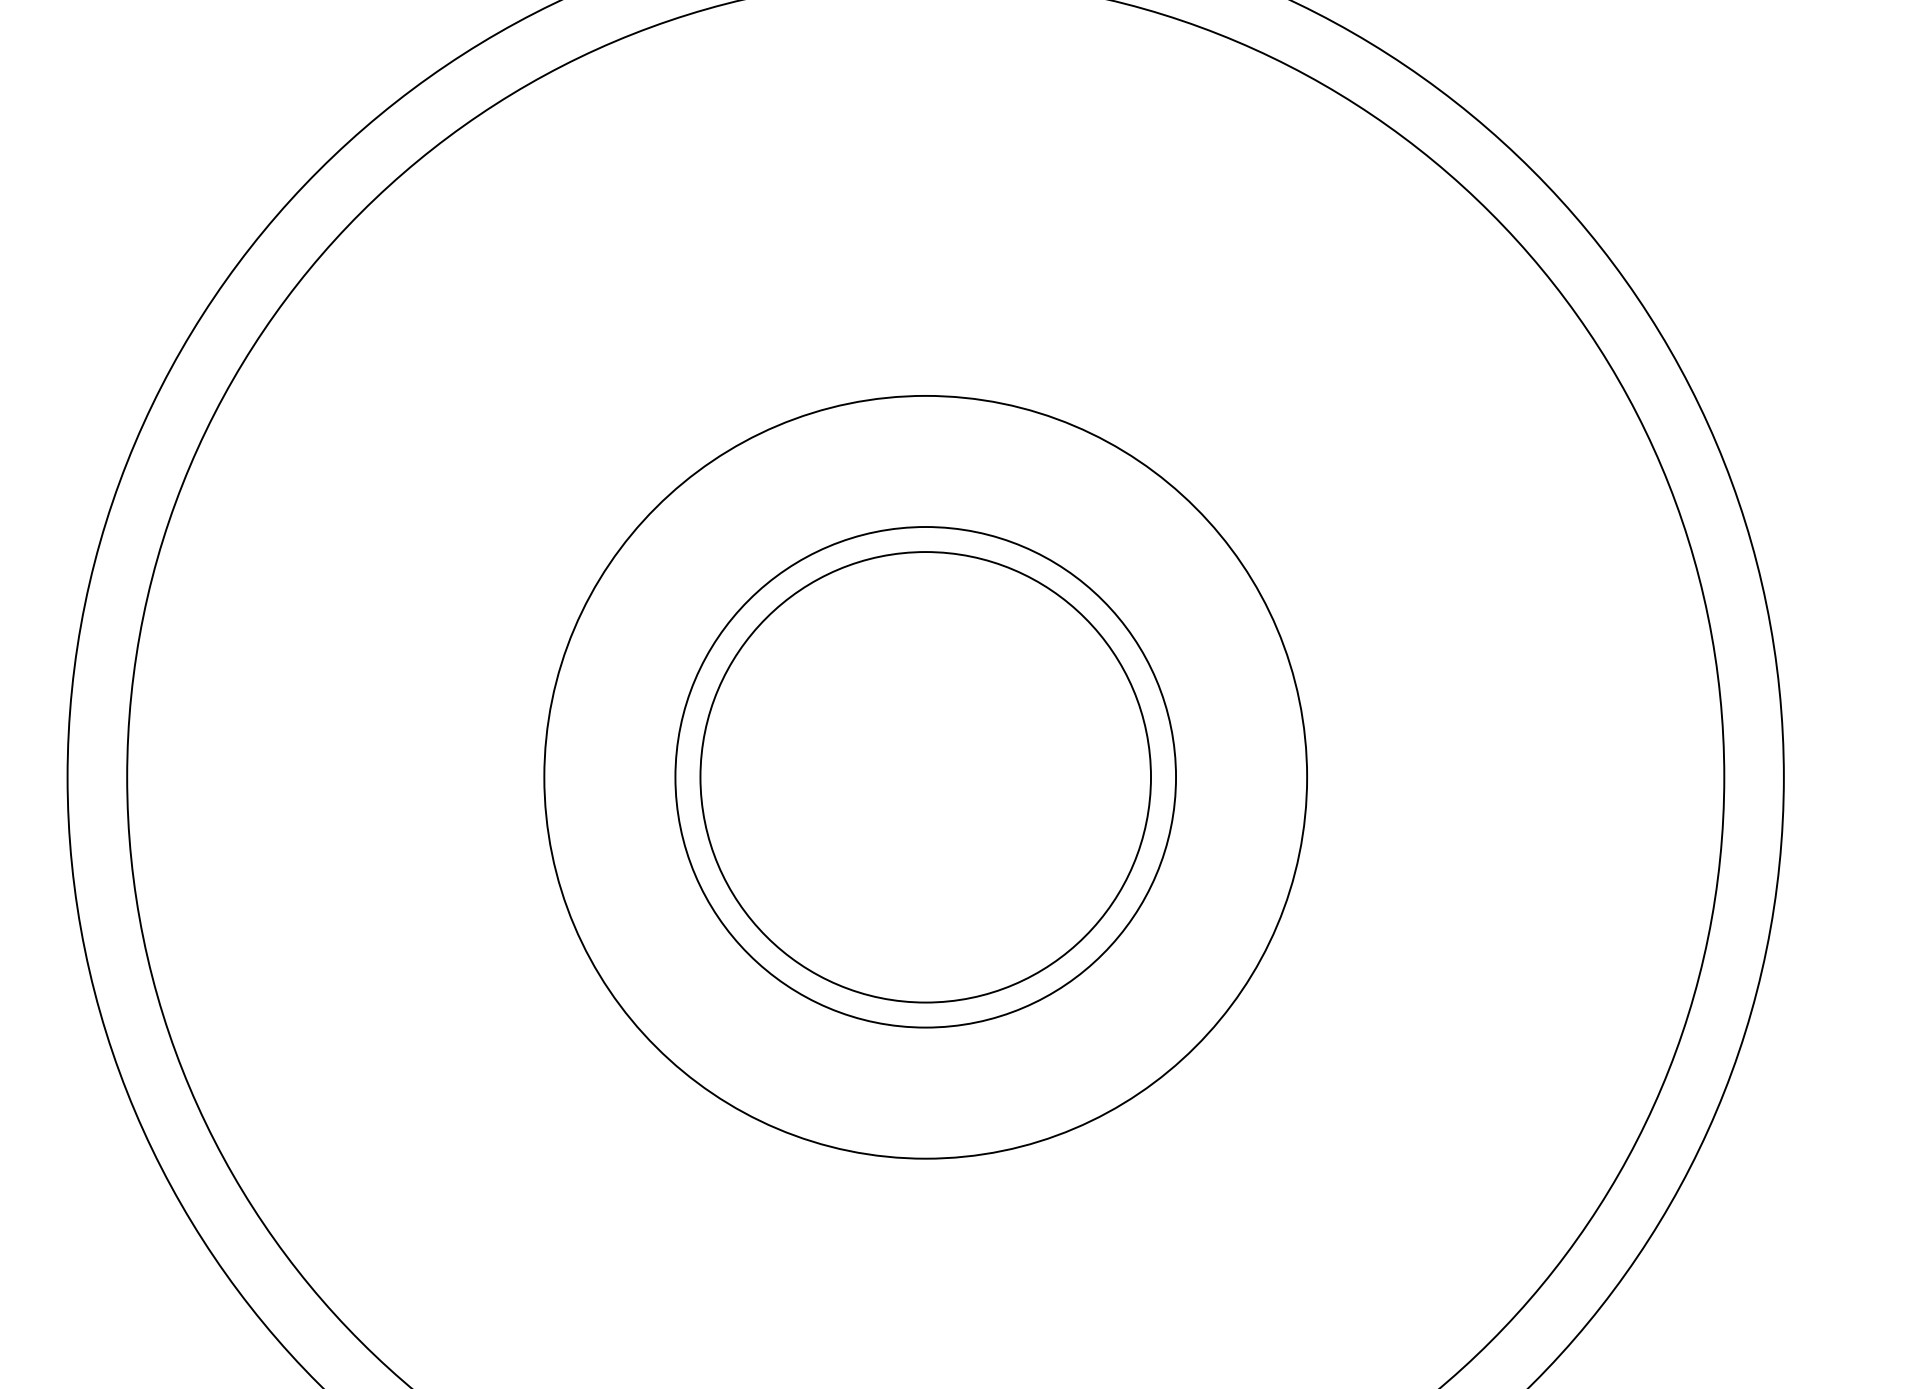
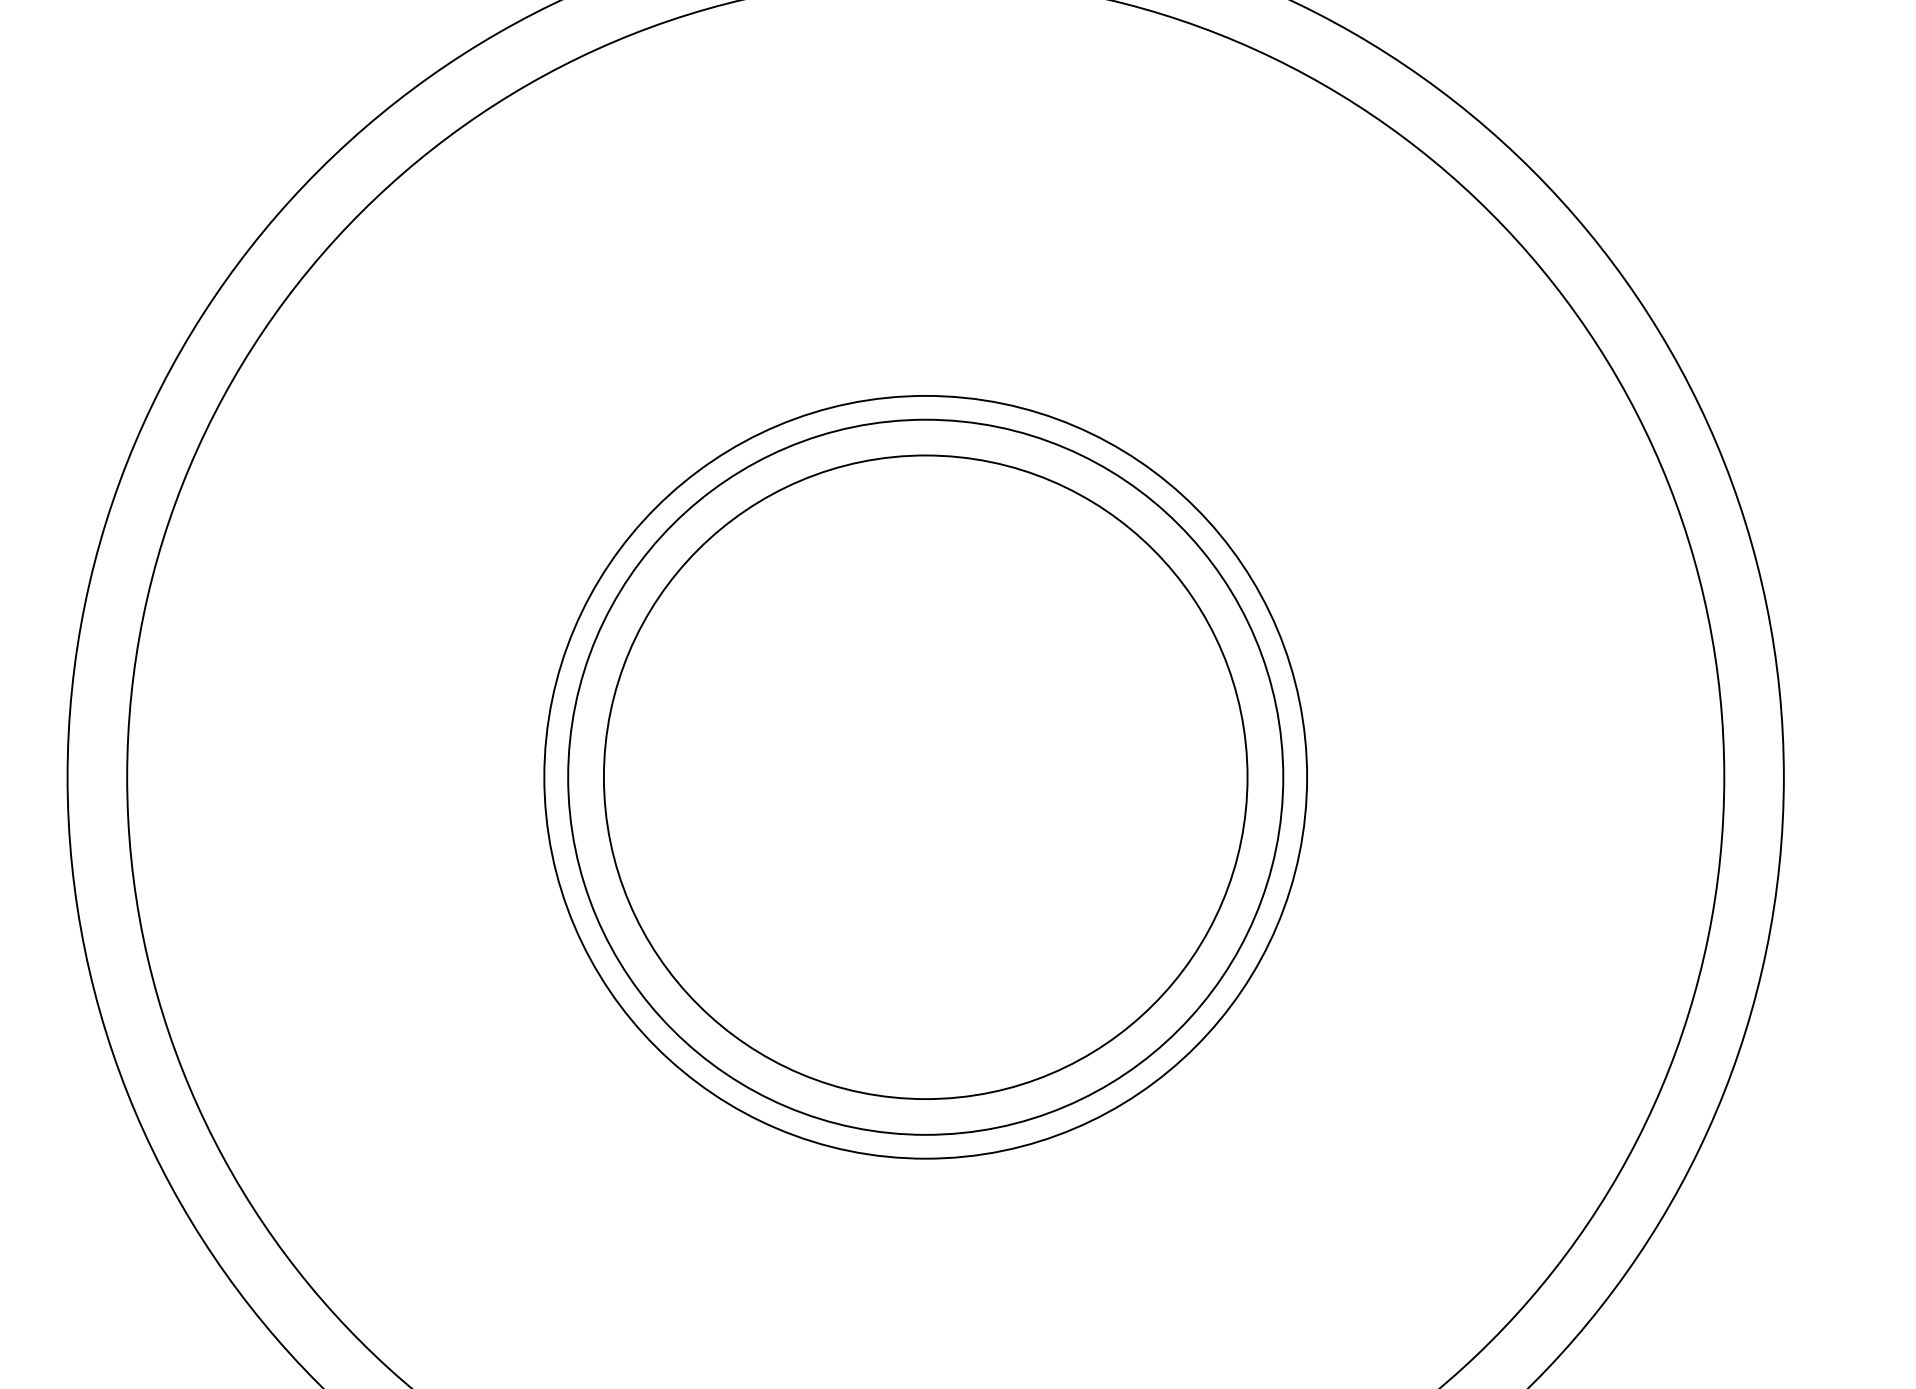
circle at (925, 777) diameter: 451 px -> 644 px
circle at (925, 777) diameter: 501 px -> 715 px
